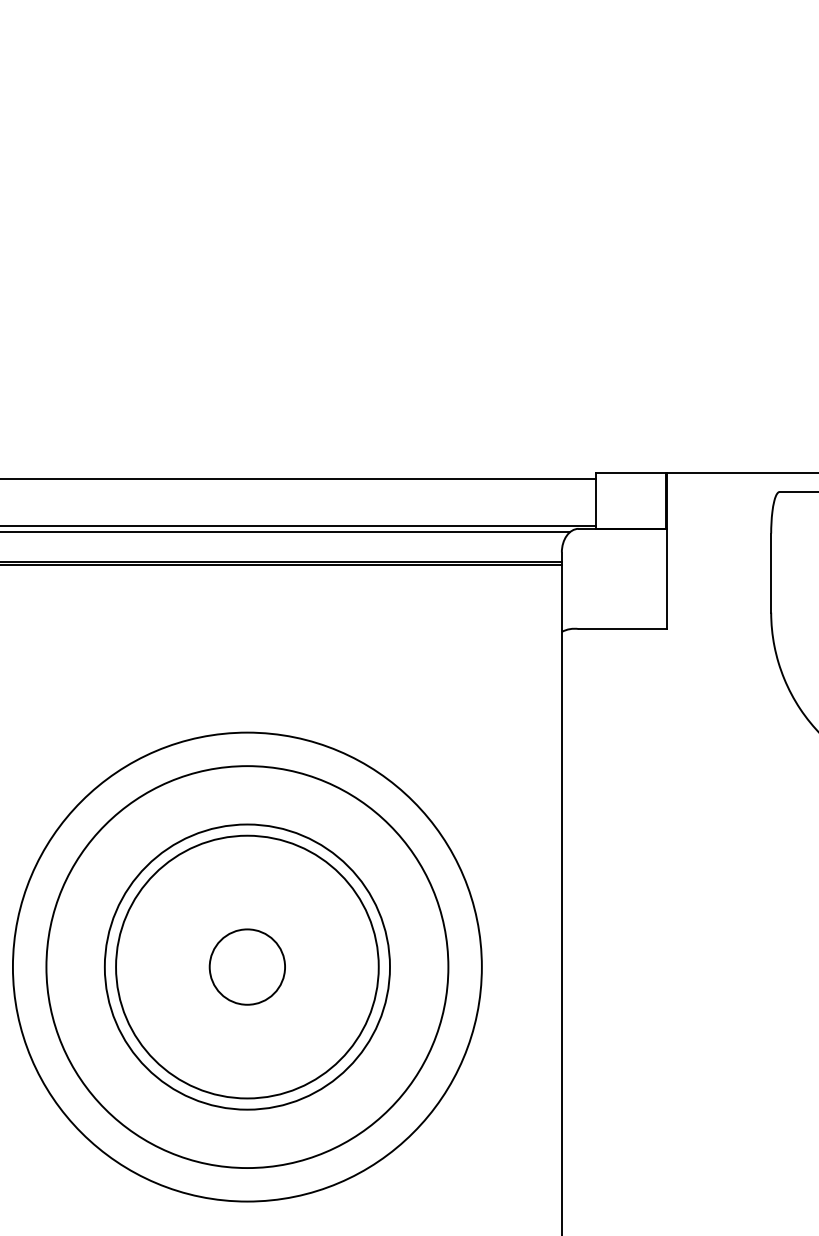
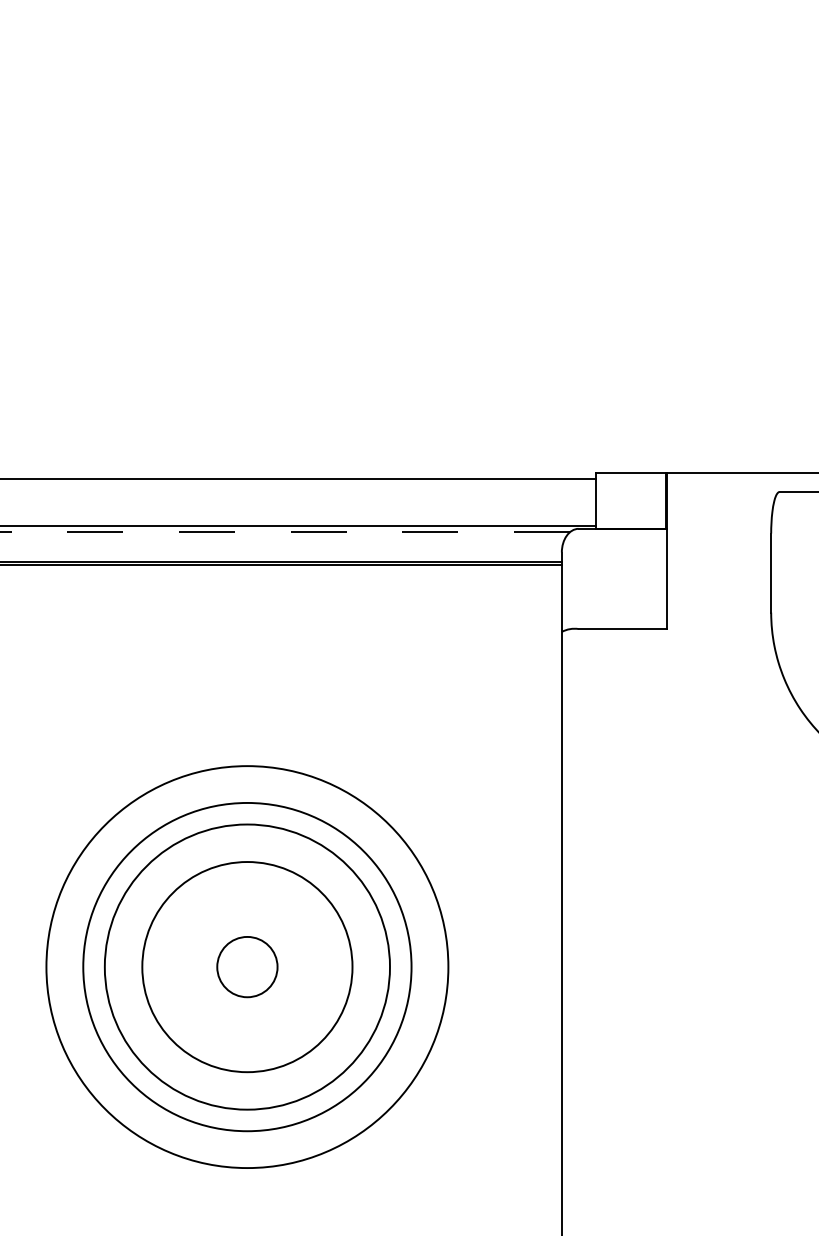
line at (285, 532): solid -> dashed
circle at (246, 966) diameter: 469 px -> 328 px
circle at (247, 966) diameter: 263 px -> 210 px
circle at (247, 966) diameter: 75 px -> 60 px
